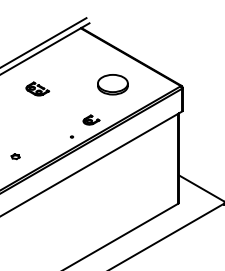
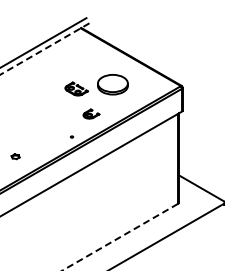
line at (44, 49): solid -> dashed
part at (37, 88) position: (37, 88) -> (76, 88)
part at (91, 119) position: (91, 119) -> (91, 113)
line at (119, 237): solid -> dashed
